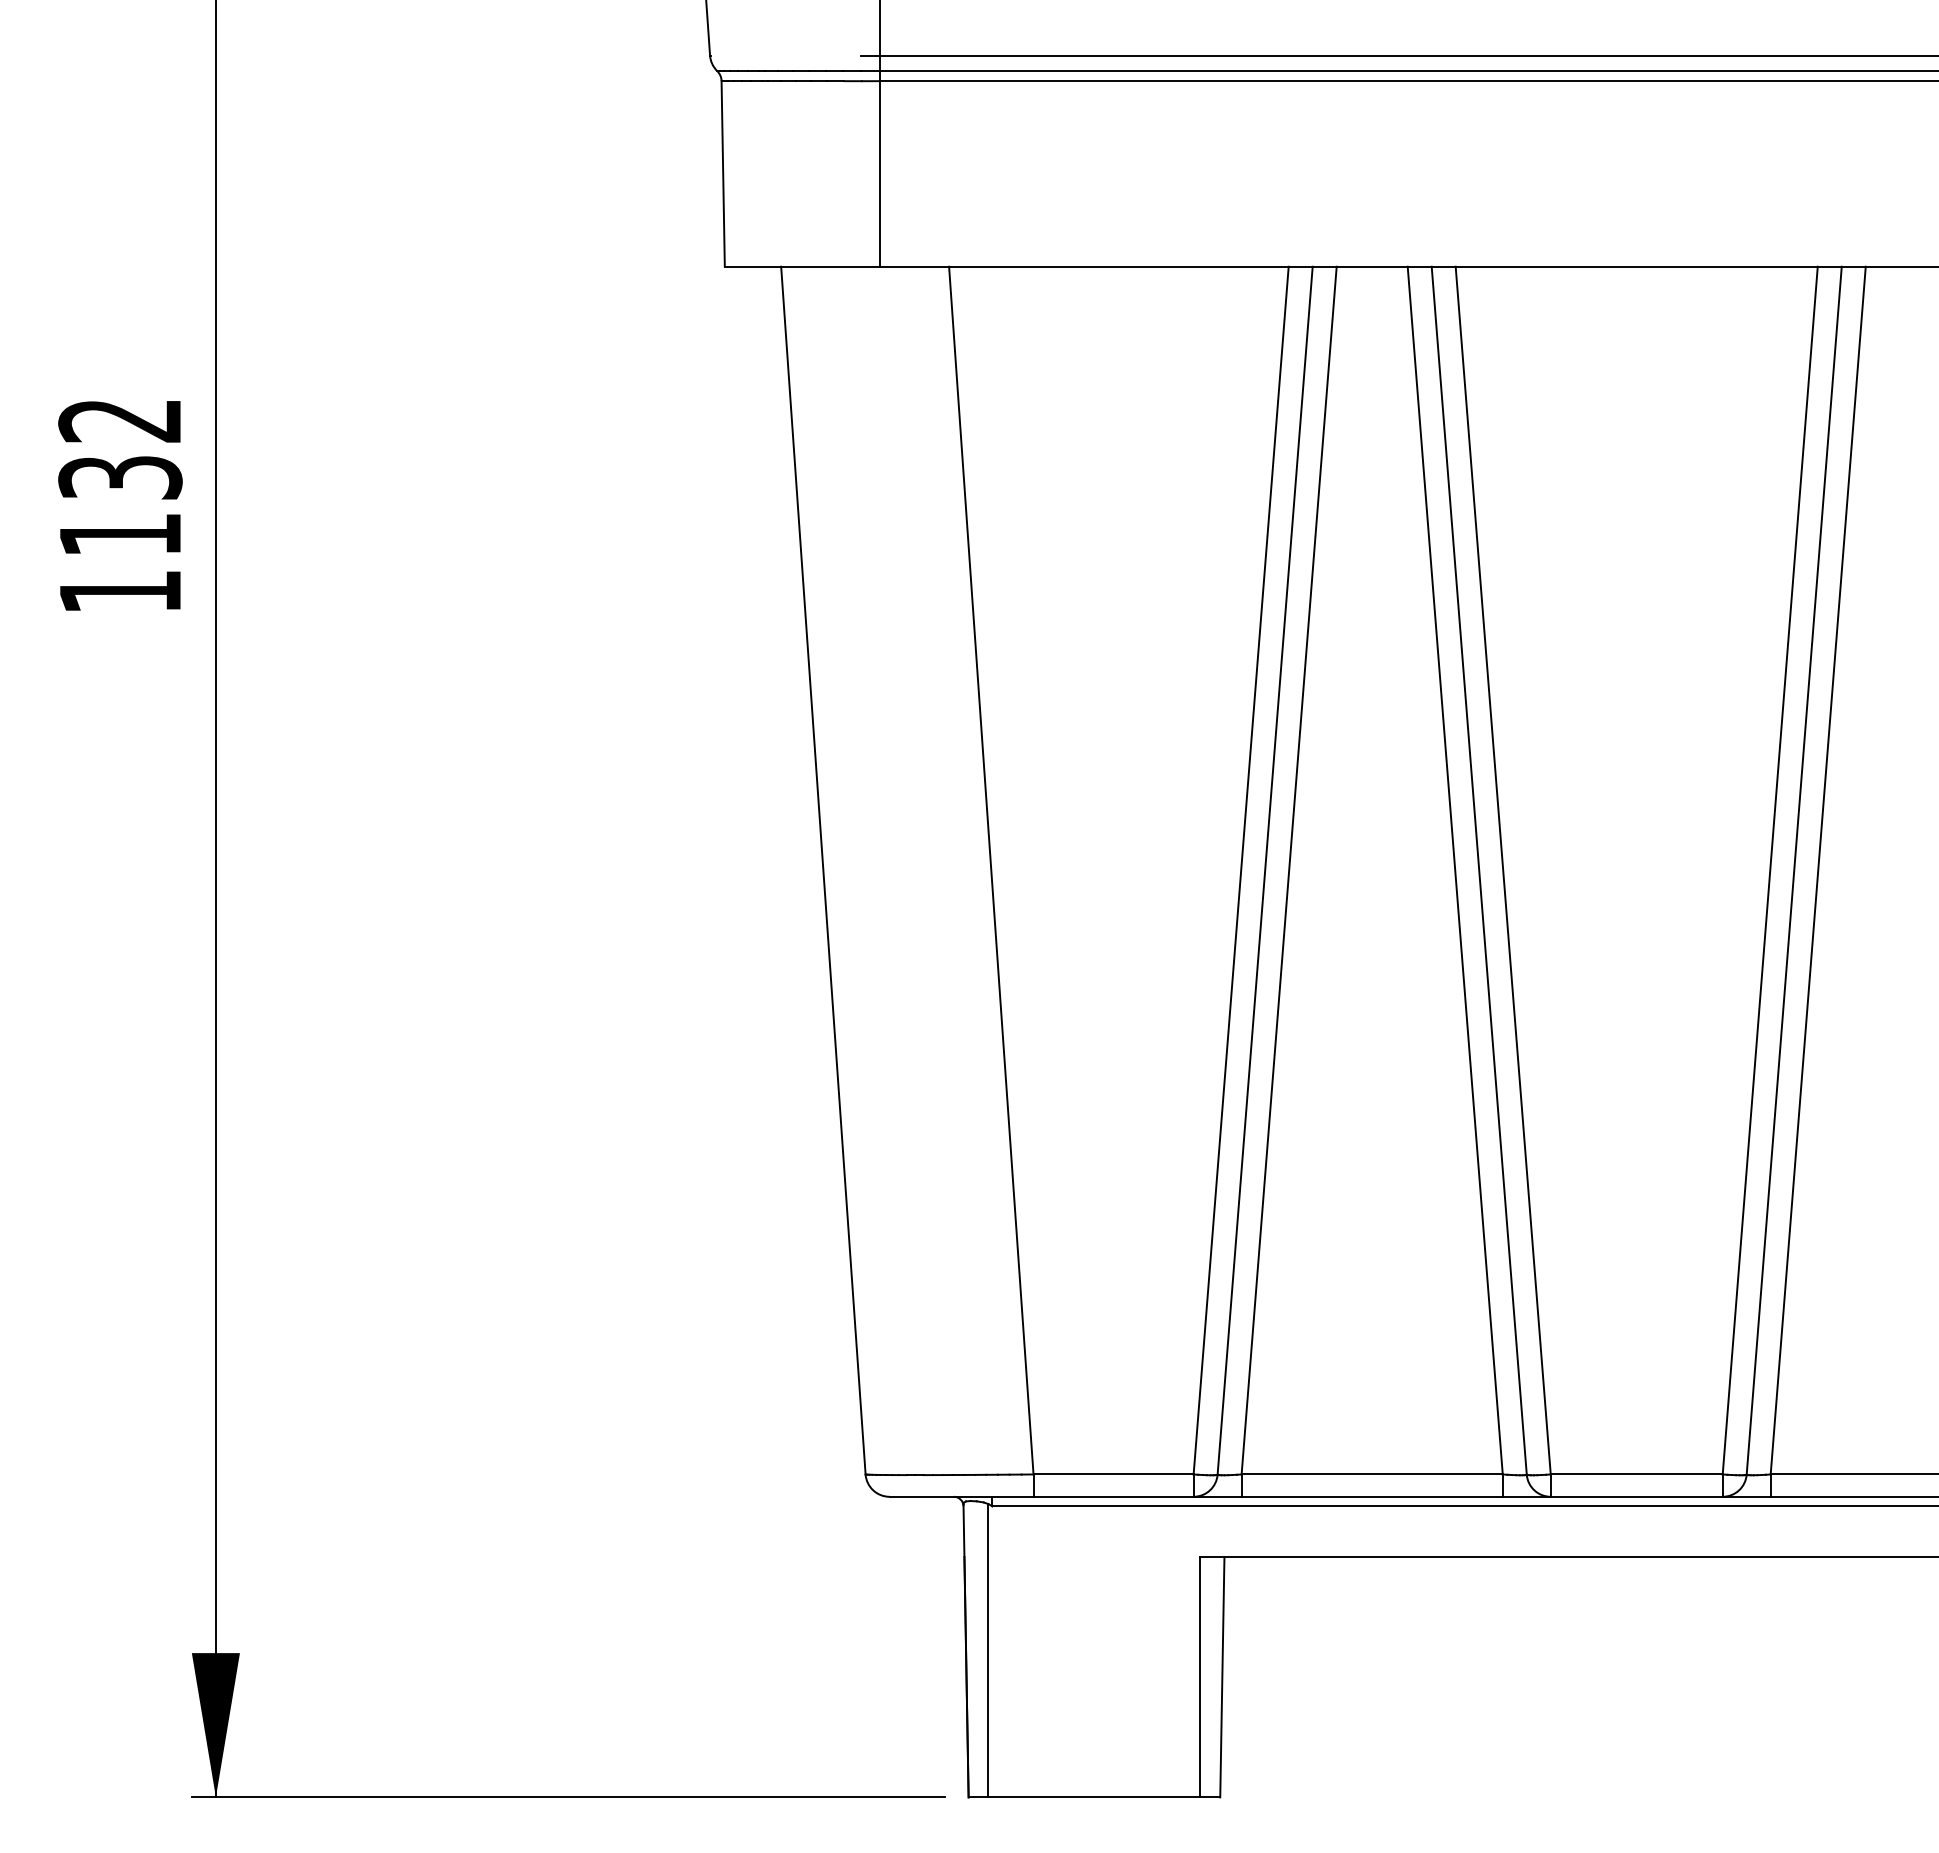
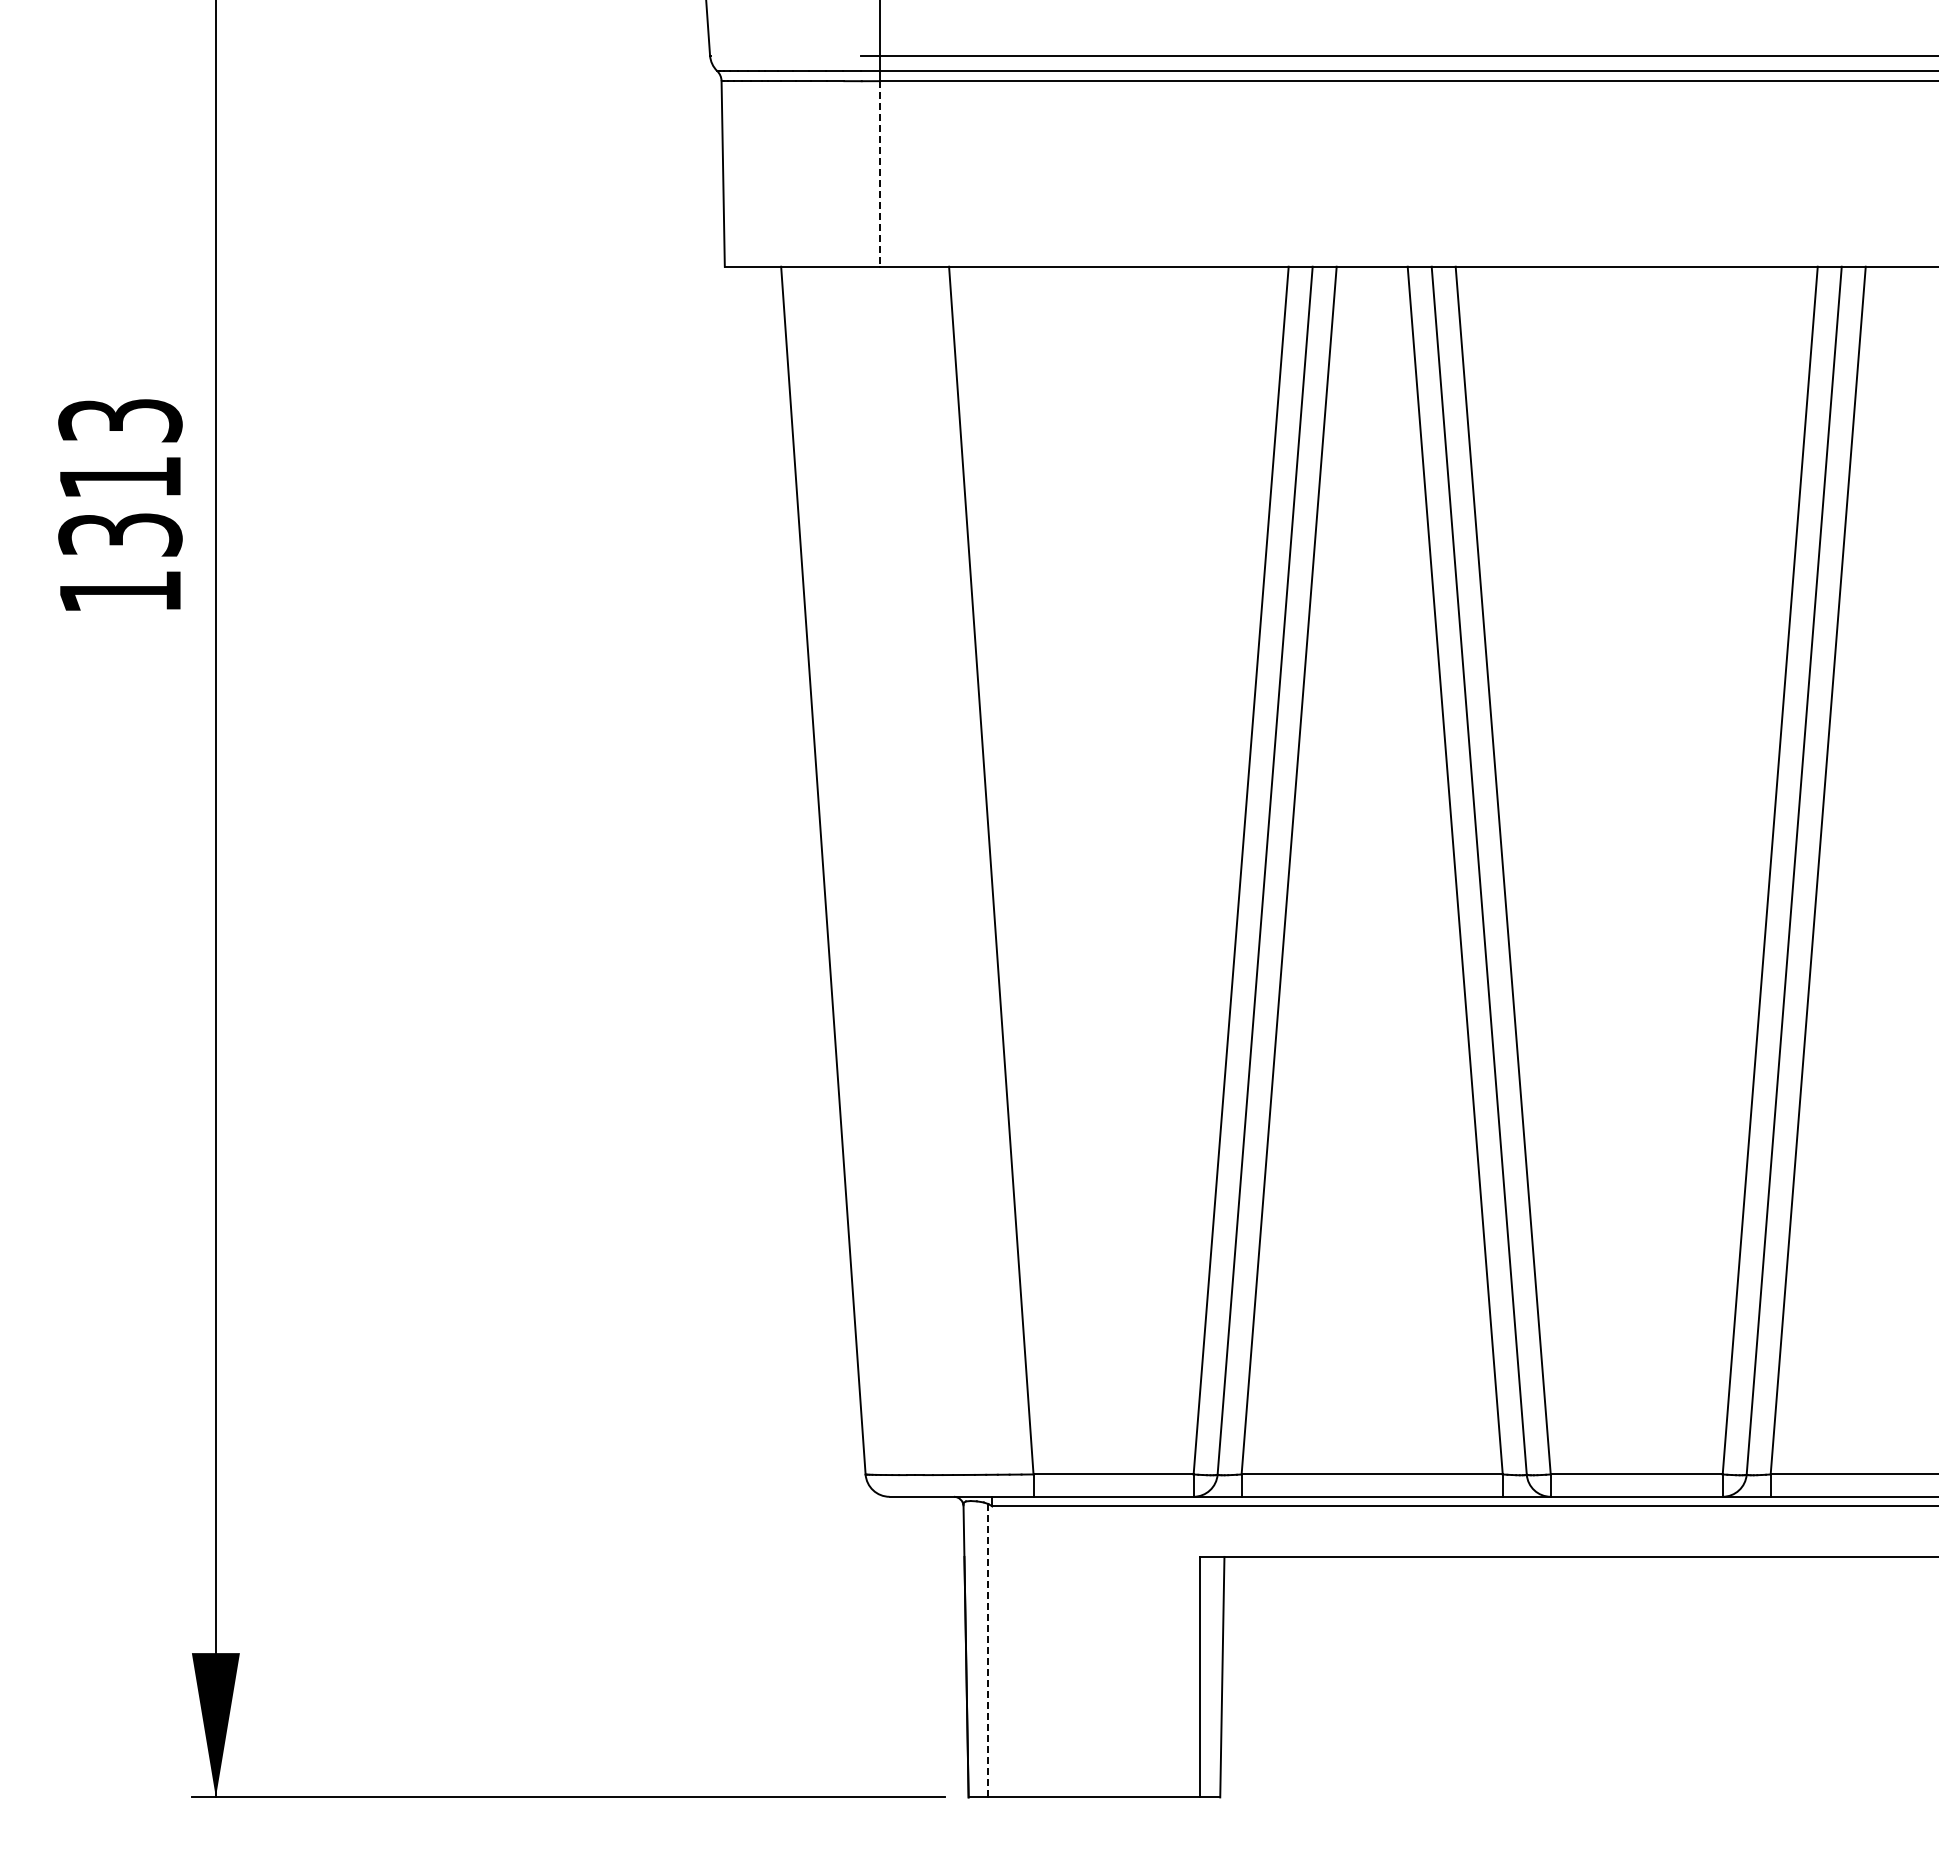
line at (879, 173): solid -> dashed
text at (120, 477): 1132 -> 1313
line at (988, 1650): solid -> dashed
